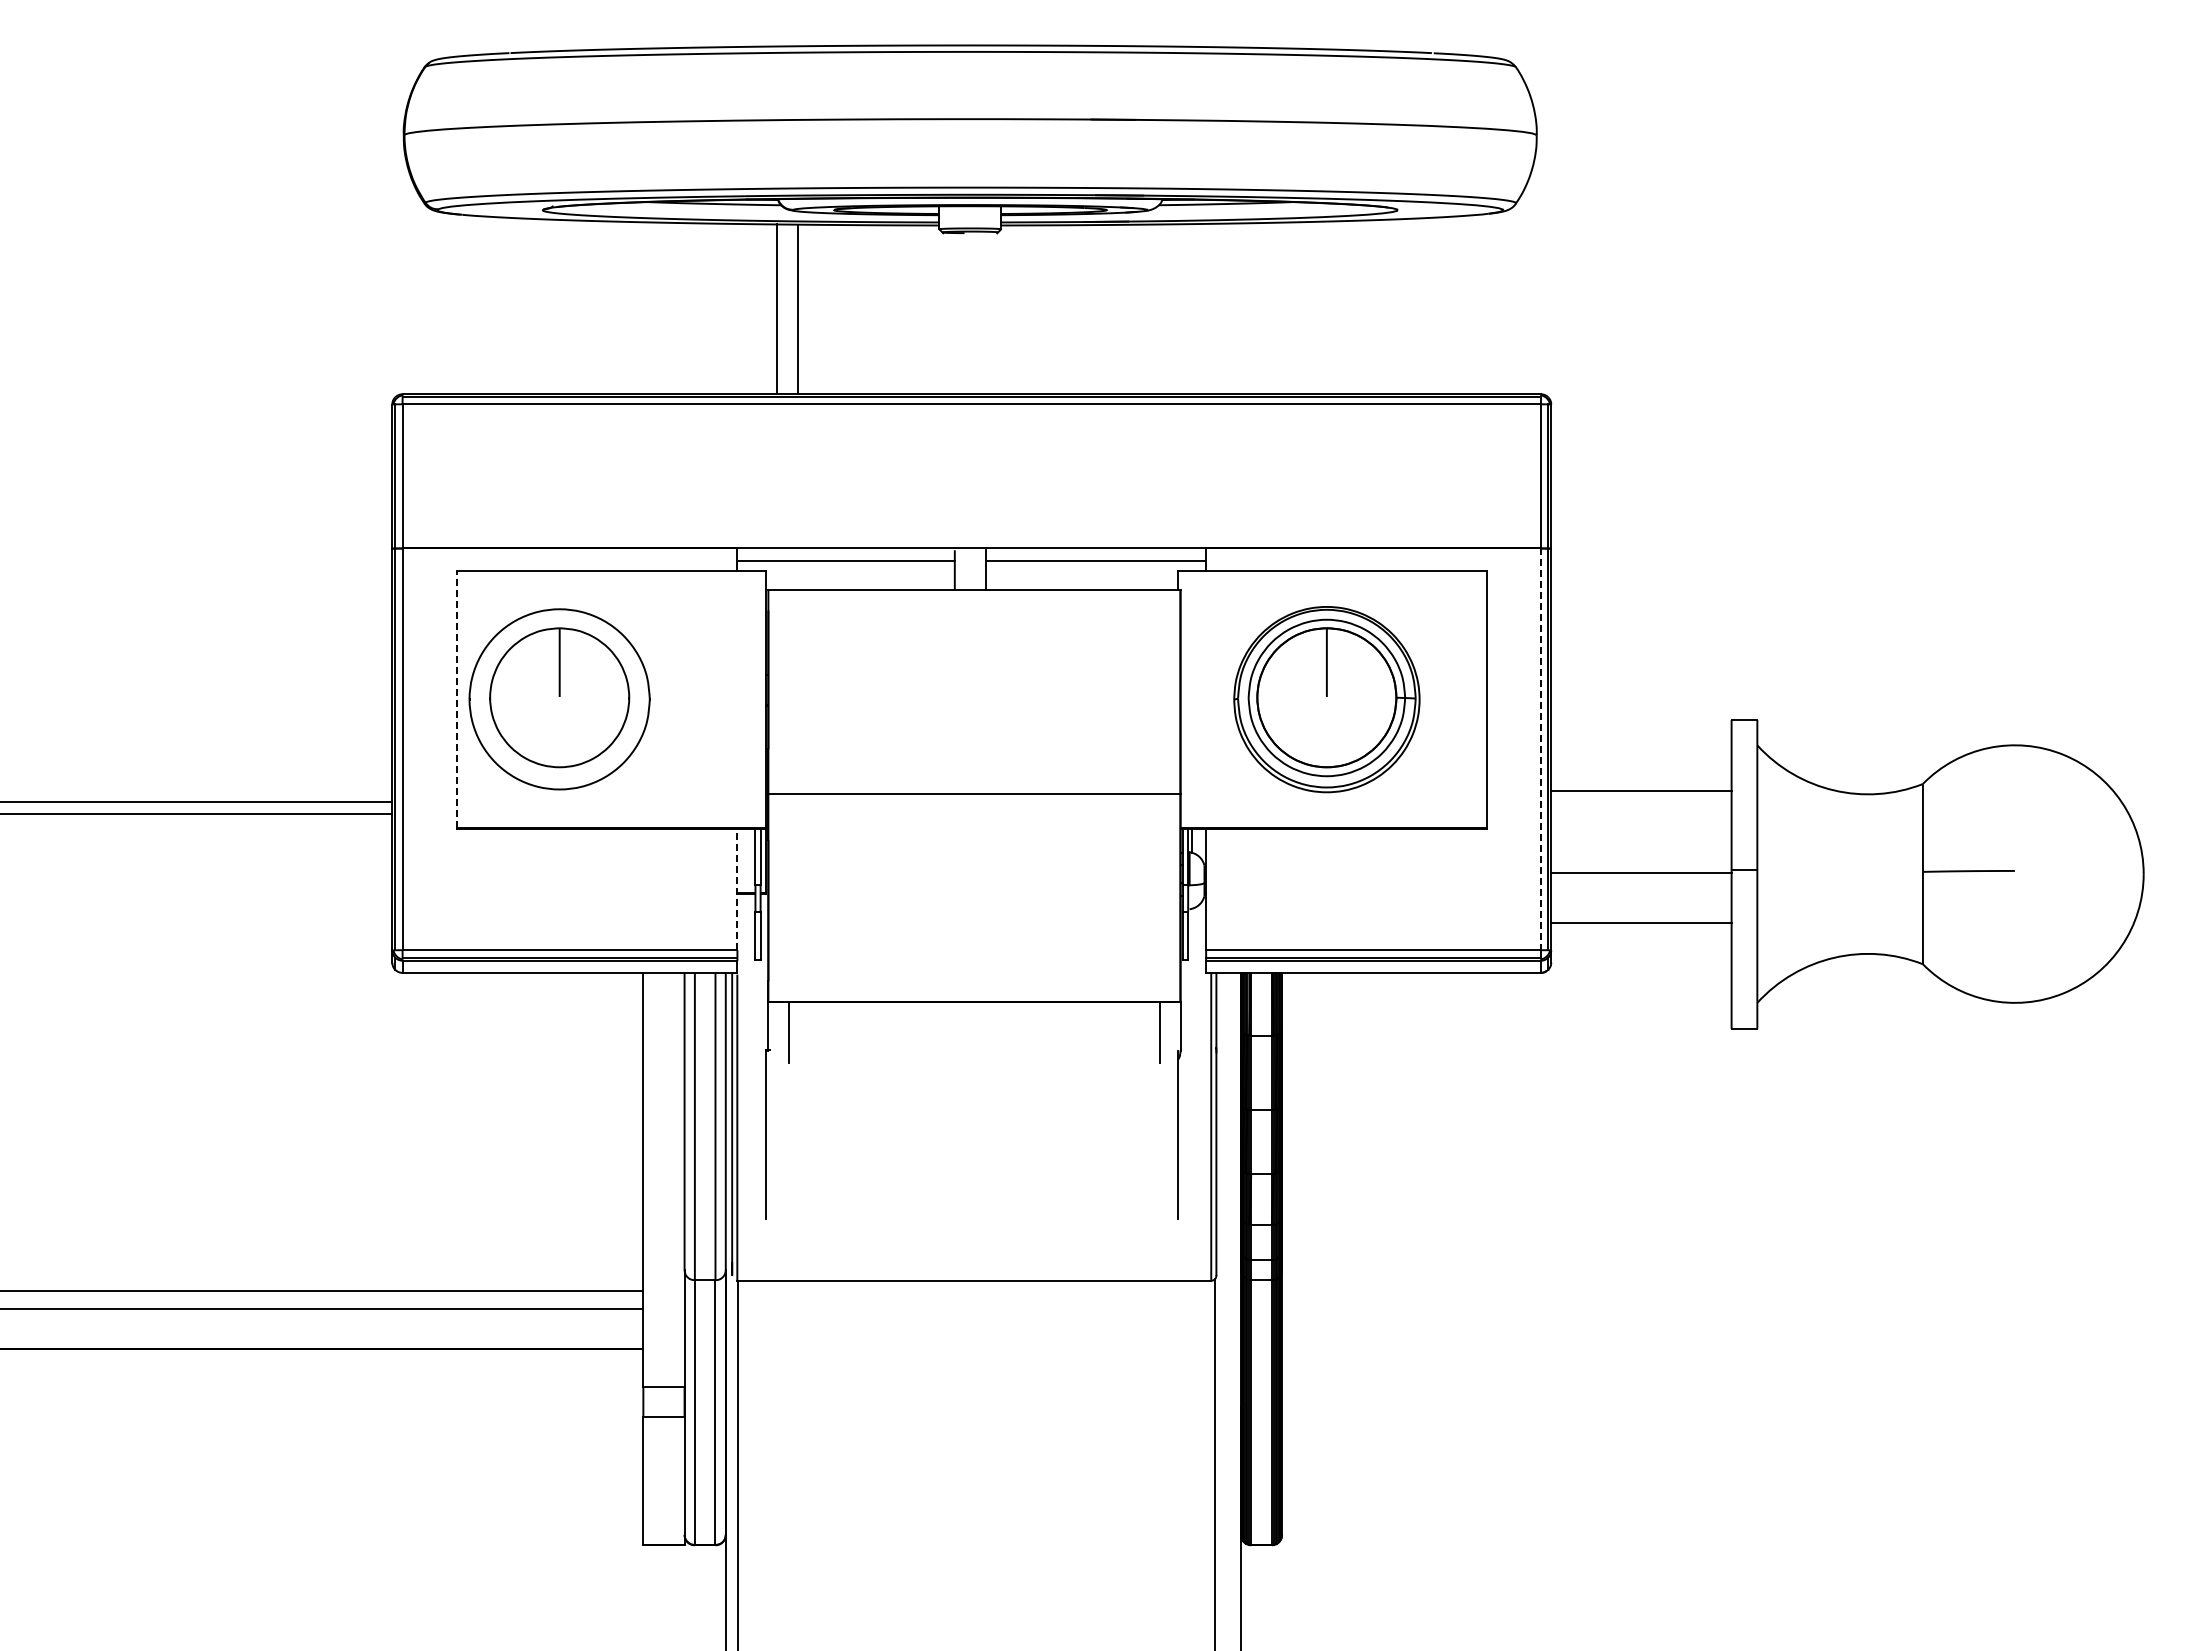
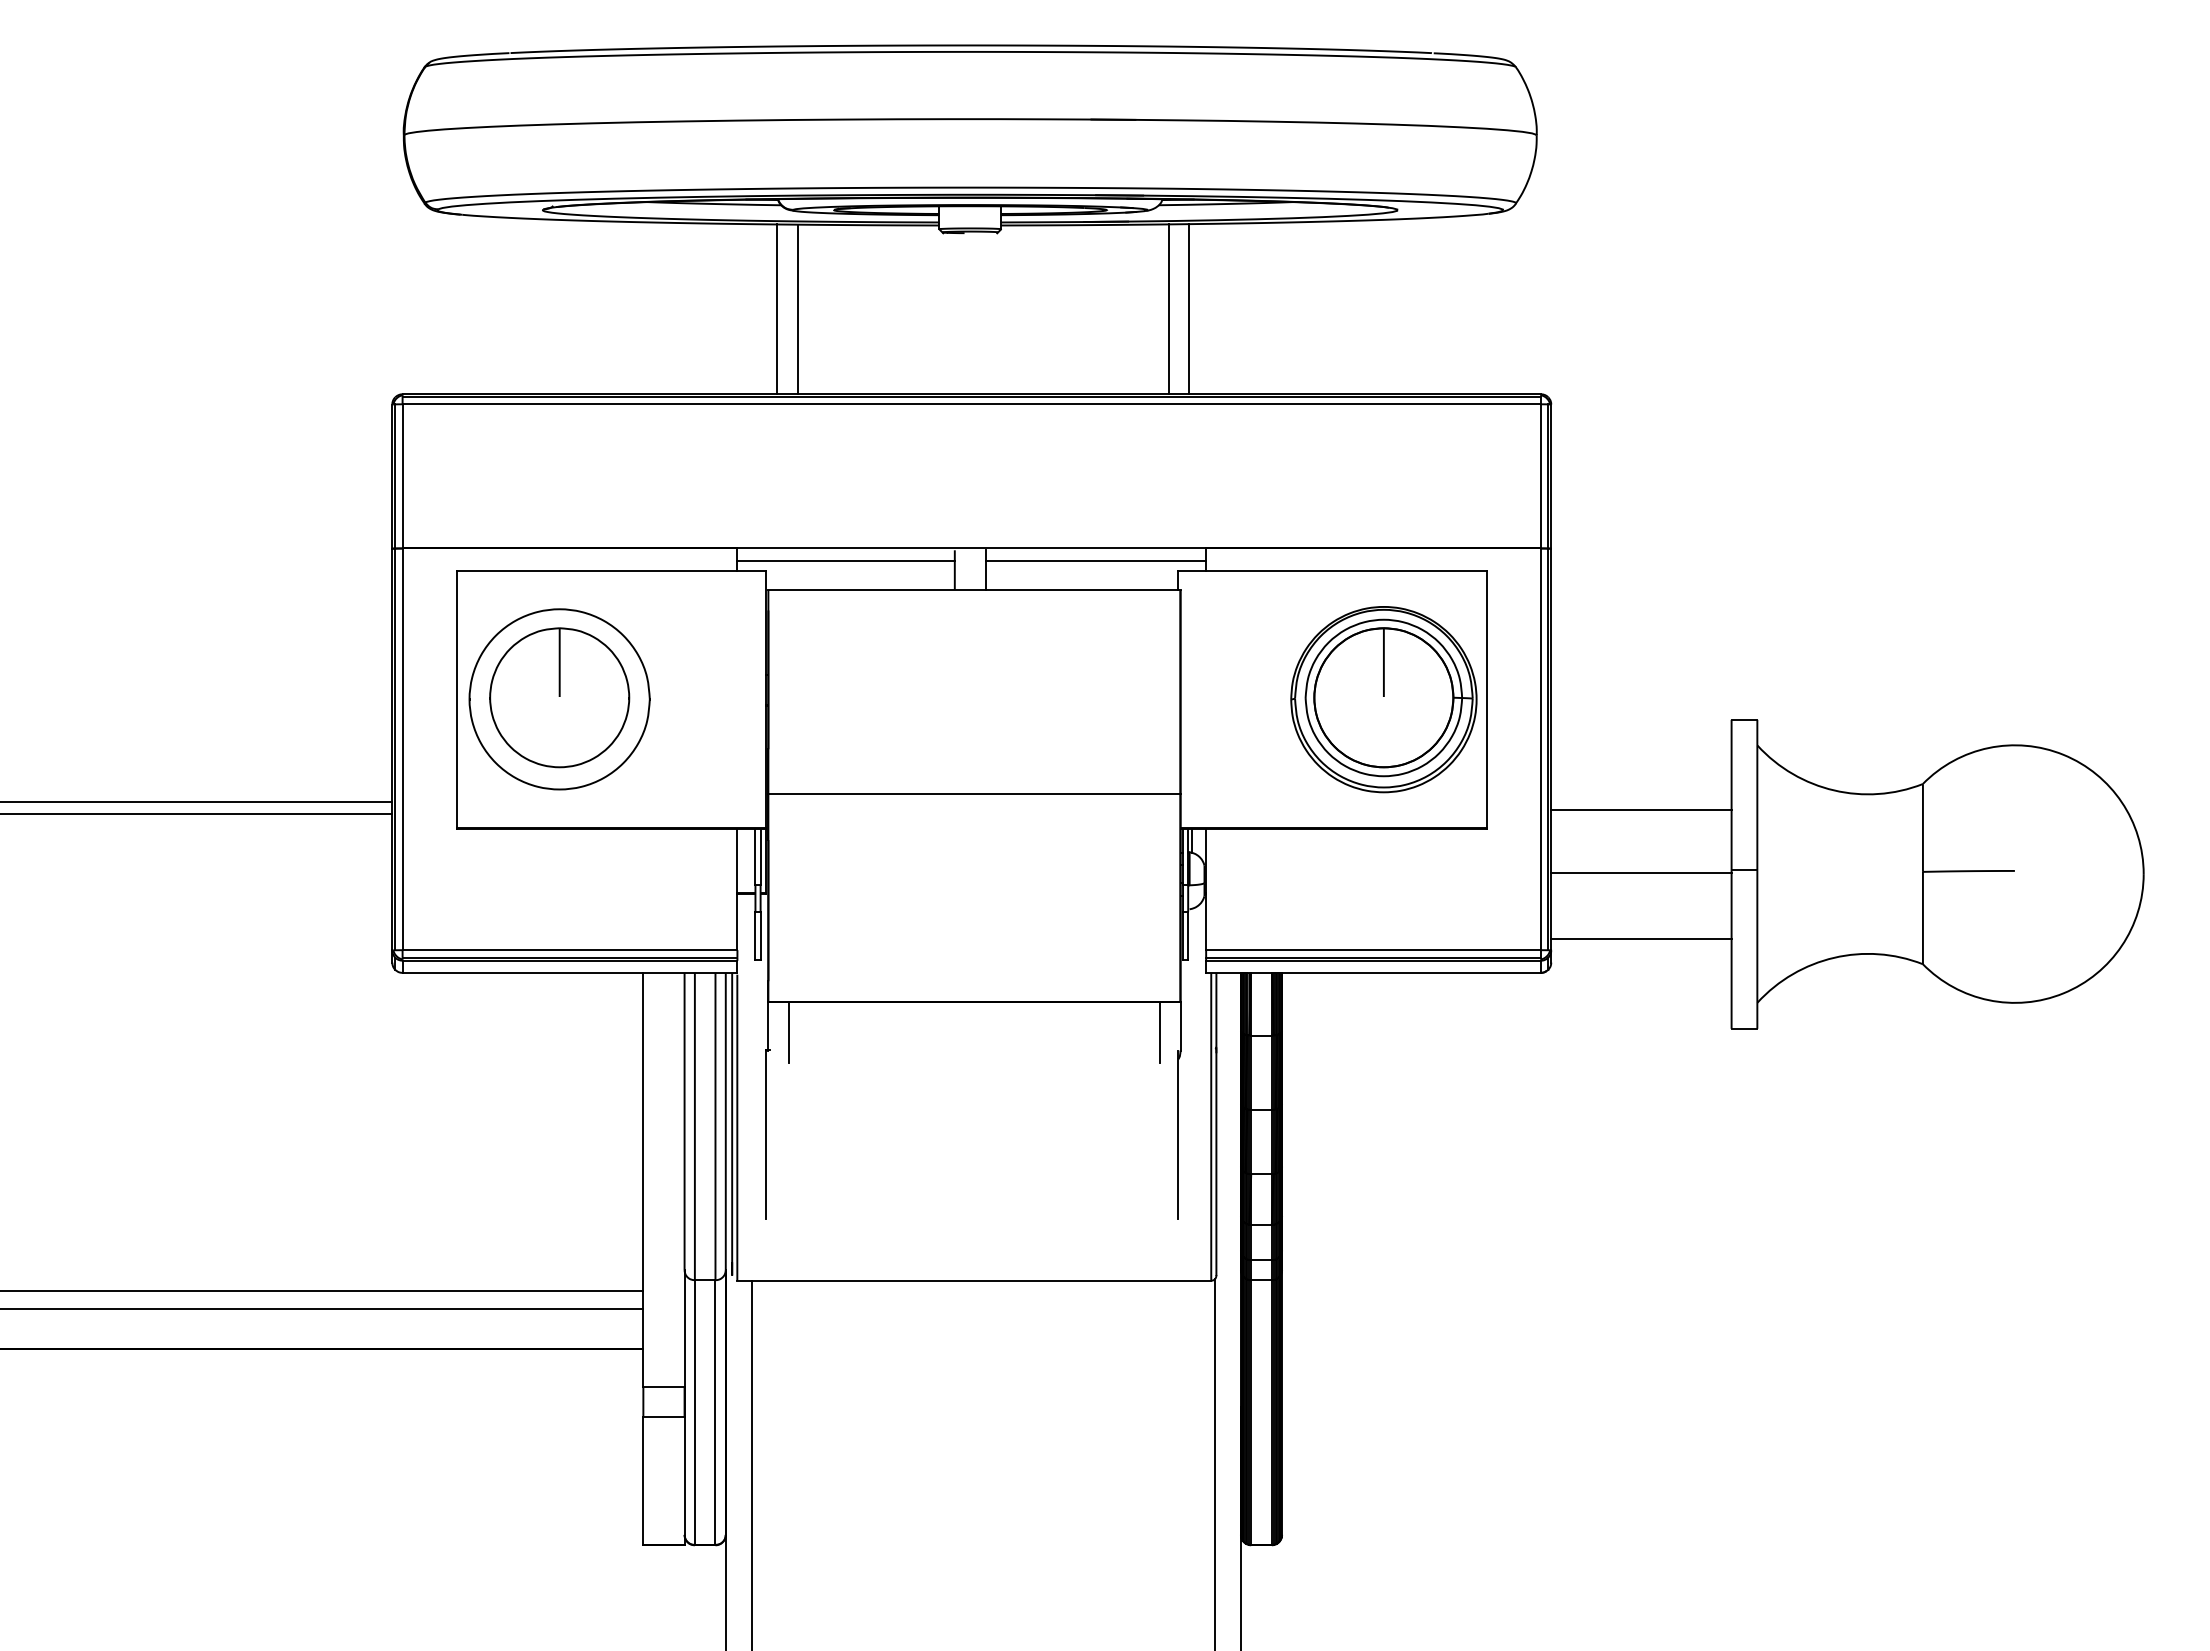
line at (1168, 309): none -> present
line at (1189, 309): none -> present
line at (456, 699): dashed -> solid
part at (1326, 699) position: (1326, 699) -> (1383, 699)
line at (1540, 749): dashed -> solid
line at (1641, 790) position: (1641, 790) -> (1641, 809)
line at (737, 889): dashed -> solid
line at (1641, 922) position: (1641, 922) -> (1641, 938)
line at (737, 1463) position: (737, 1463) -> (751, 1463)
